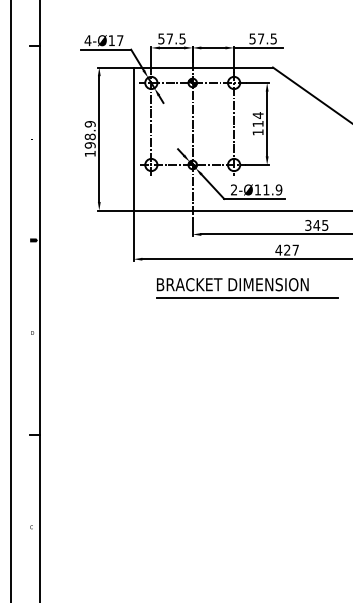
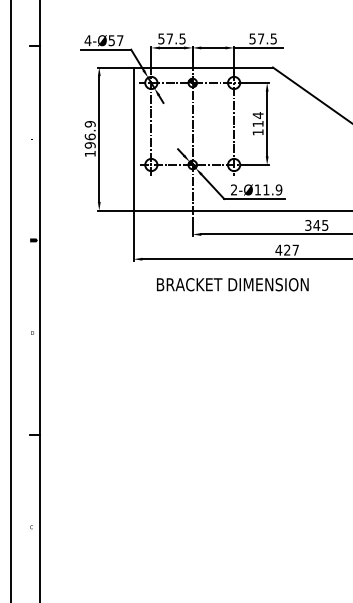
text at (111, 40): 4-Ø17 -> 4-Ø57
text at (89, 136): 198.9 -> 196.9
line at (247, 297): present -> none
